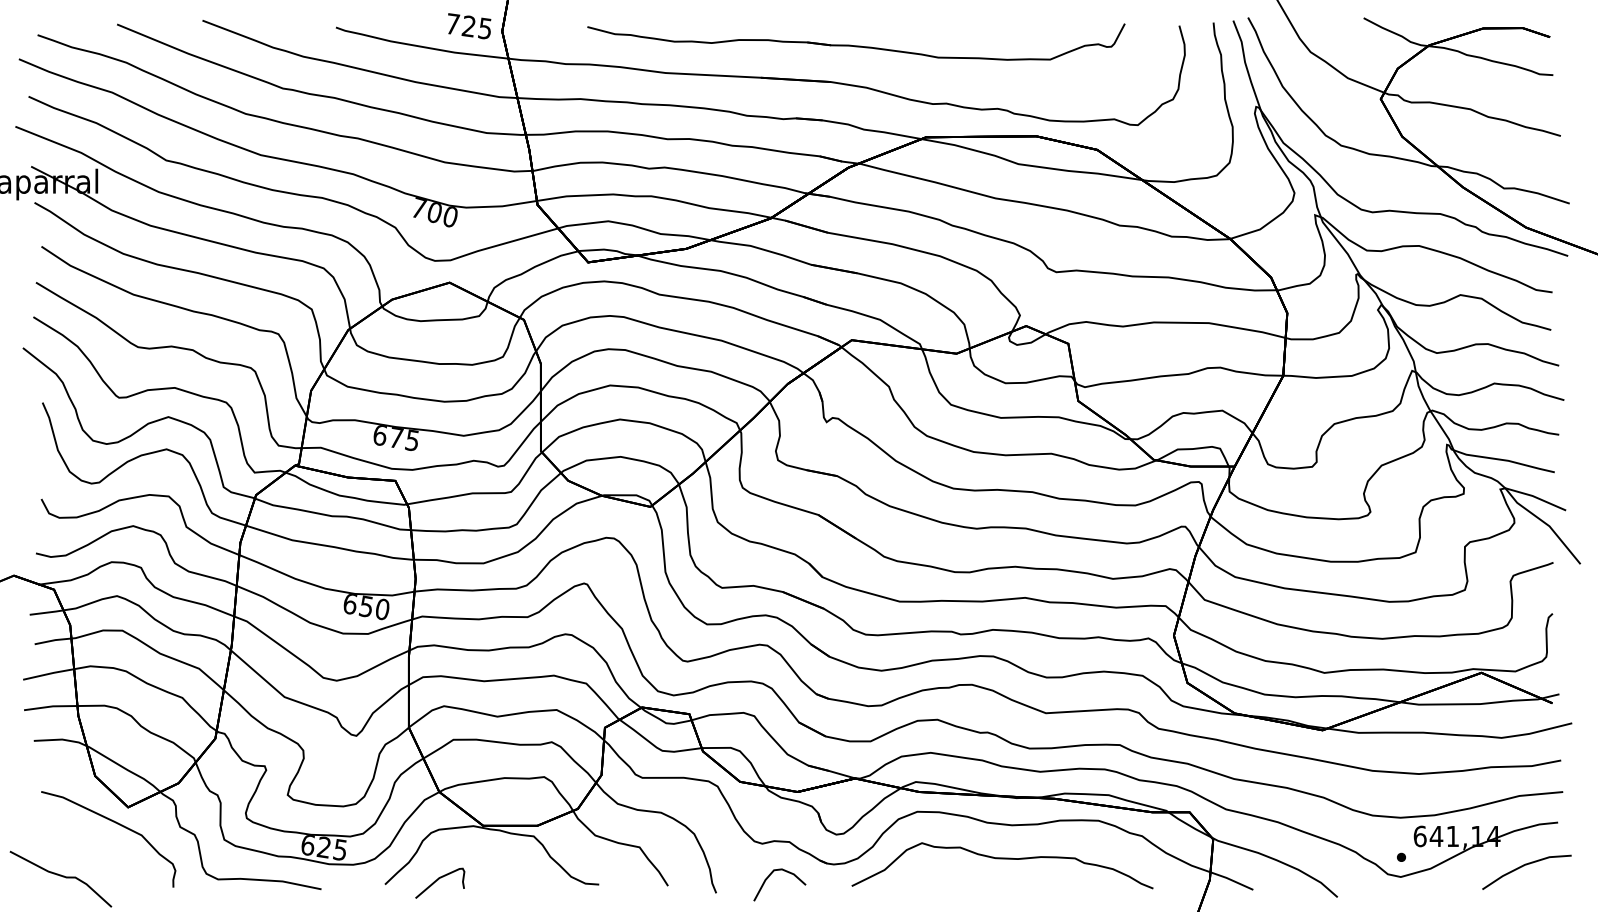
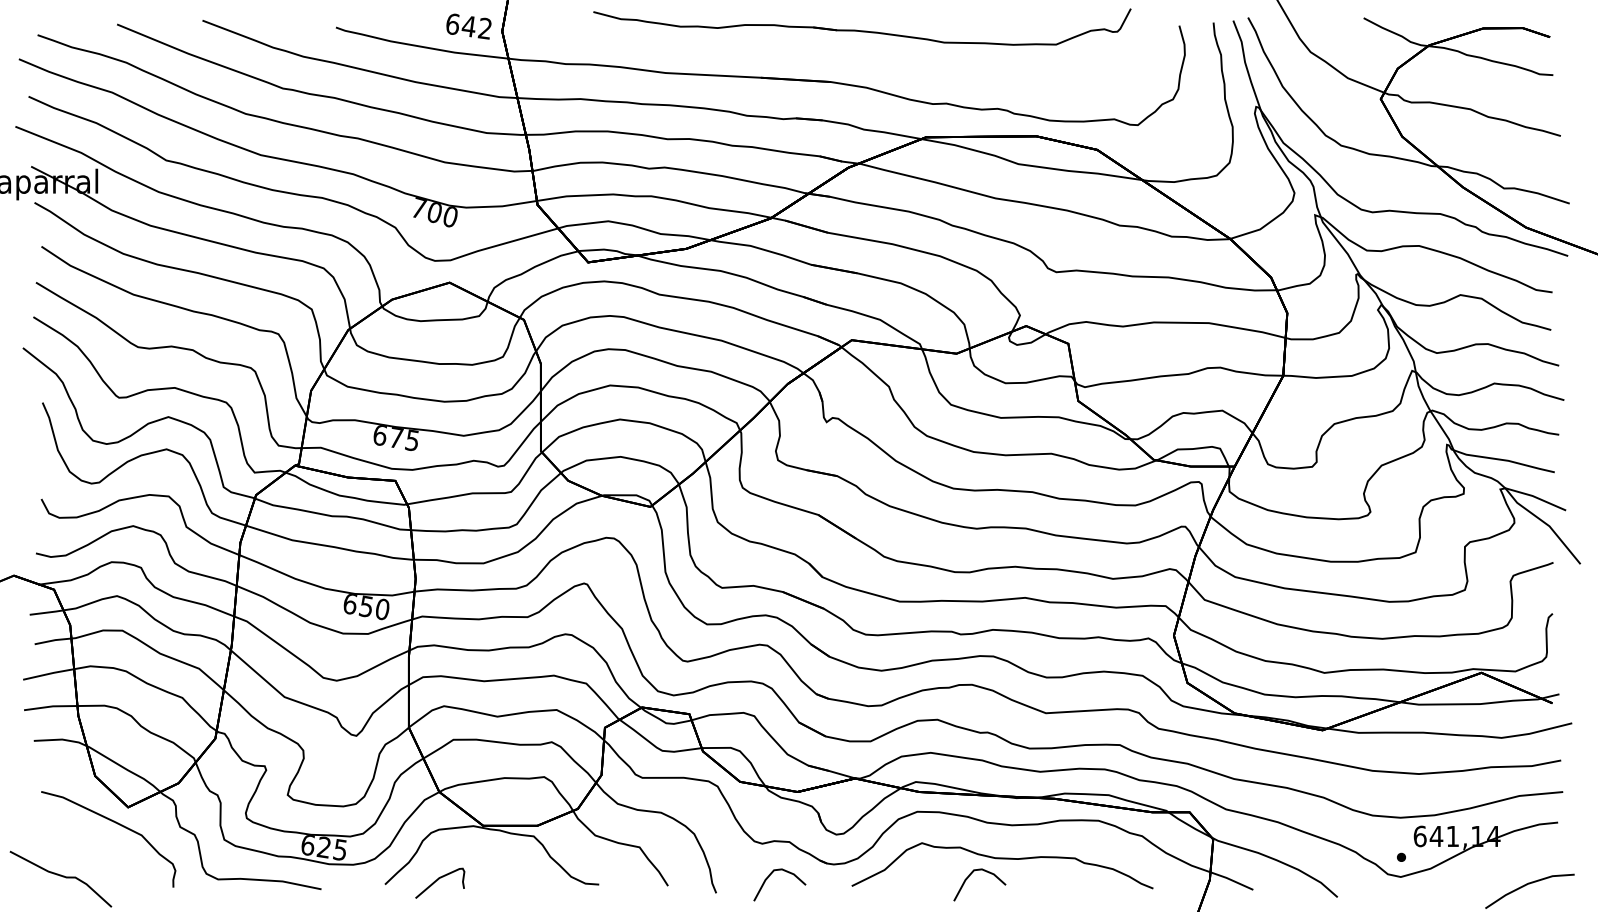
text at (468, 26): 725 -> 642
part at (856, 41) position: (856, 41) -> (862, 26)
line at (1524, 866) position: (1524, 866) -> (1527, 885)
curve at (968, 878): none -> present
